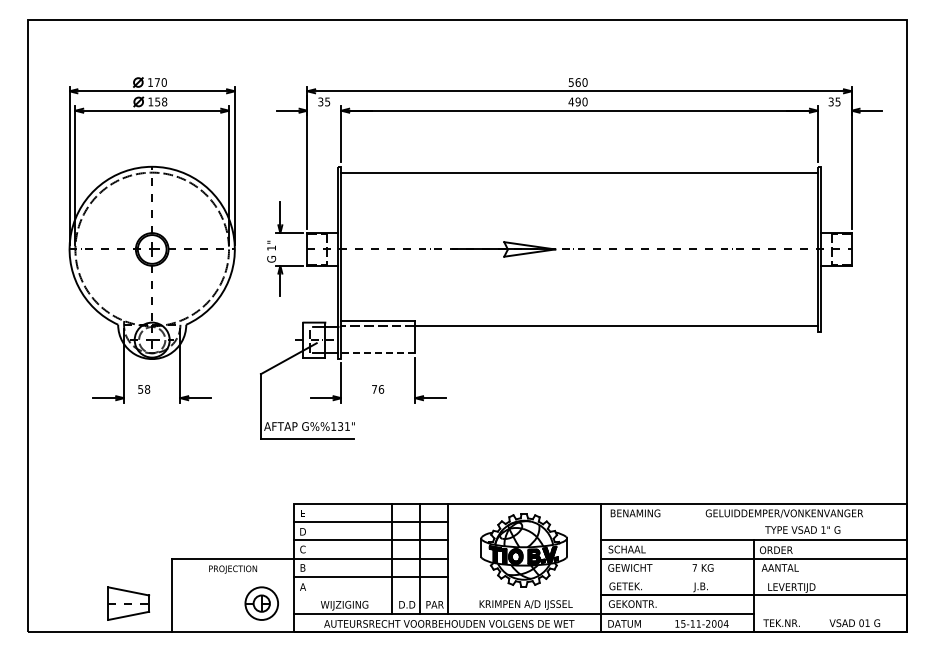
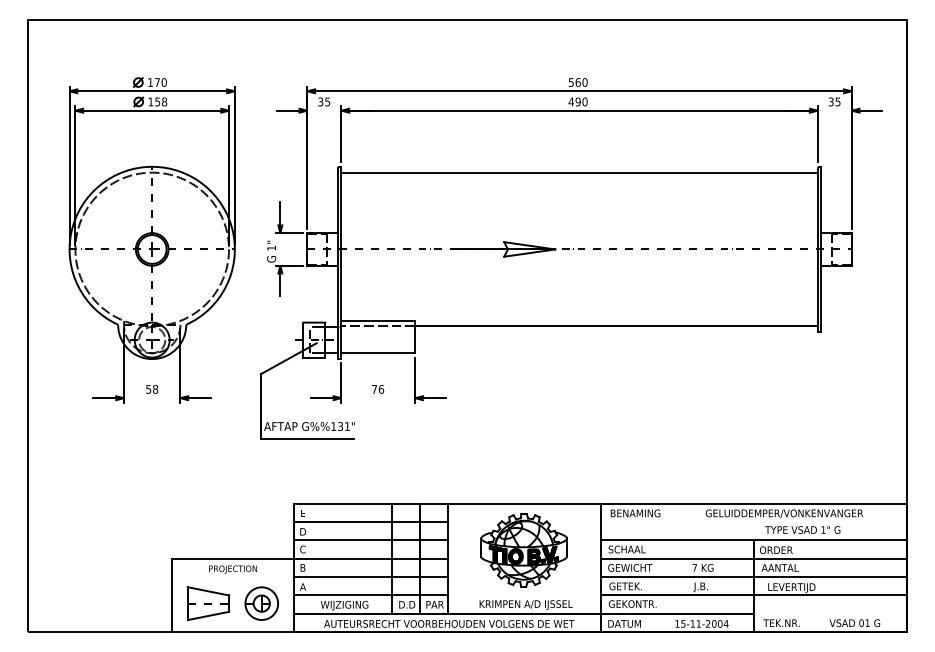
line at (378, 353): dashed -> solid
text at (144, 389) position: (144, 389) -> (152, 389)
line at (753, 577): none -> present
line at (370, 595): none -> present
part at (128, 603) position: (128, 603) -> (208, 603)
